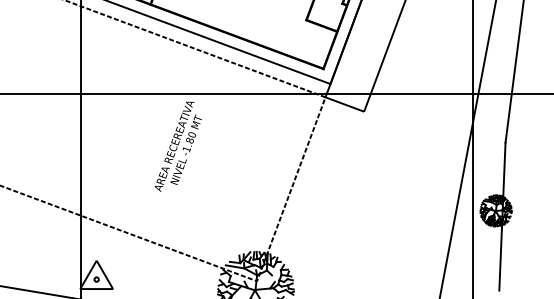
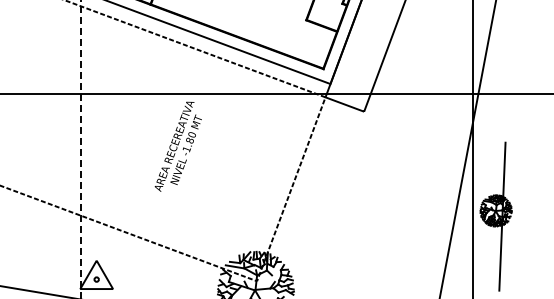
line at (514, 72): present -> none
line at (80, 149): solid -> dashed
